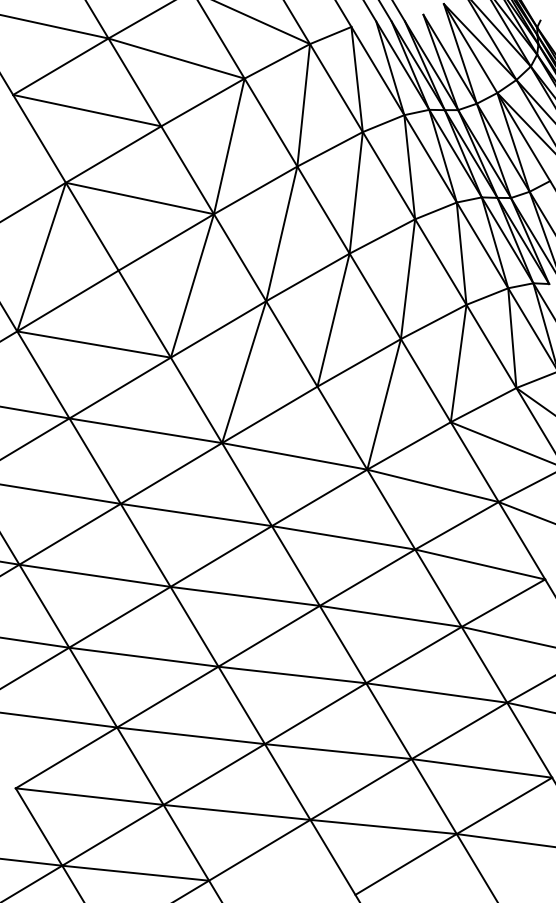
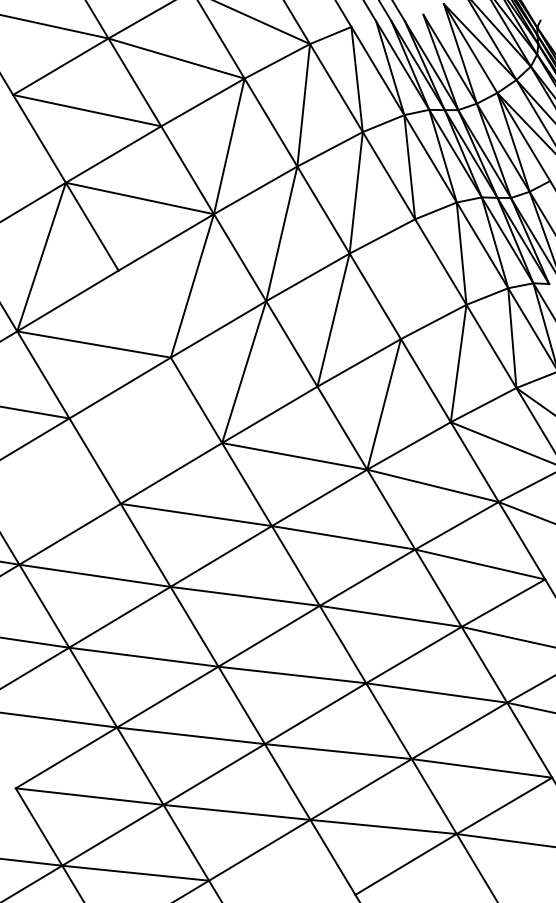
line at (407, 279): present -> none
line at (144, 313): present -> none
line at (145, 430): present -> none
line at (61, 493): present -> none
